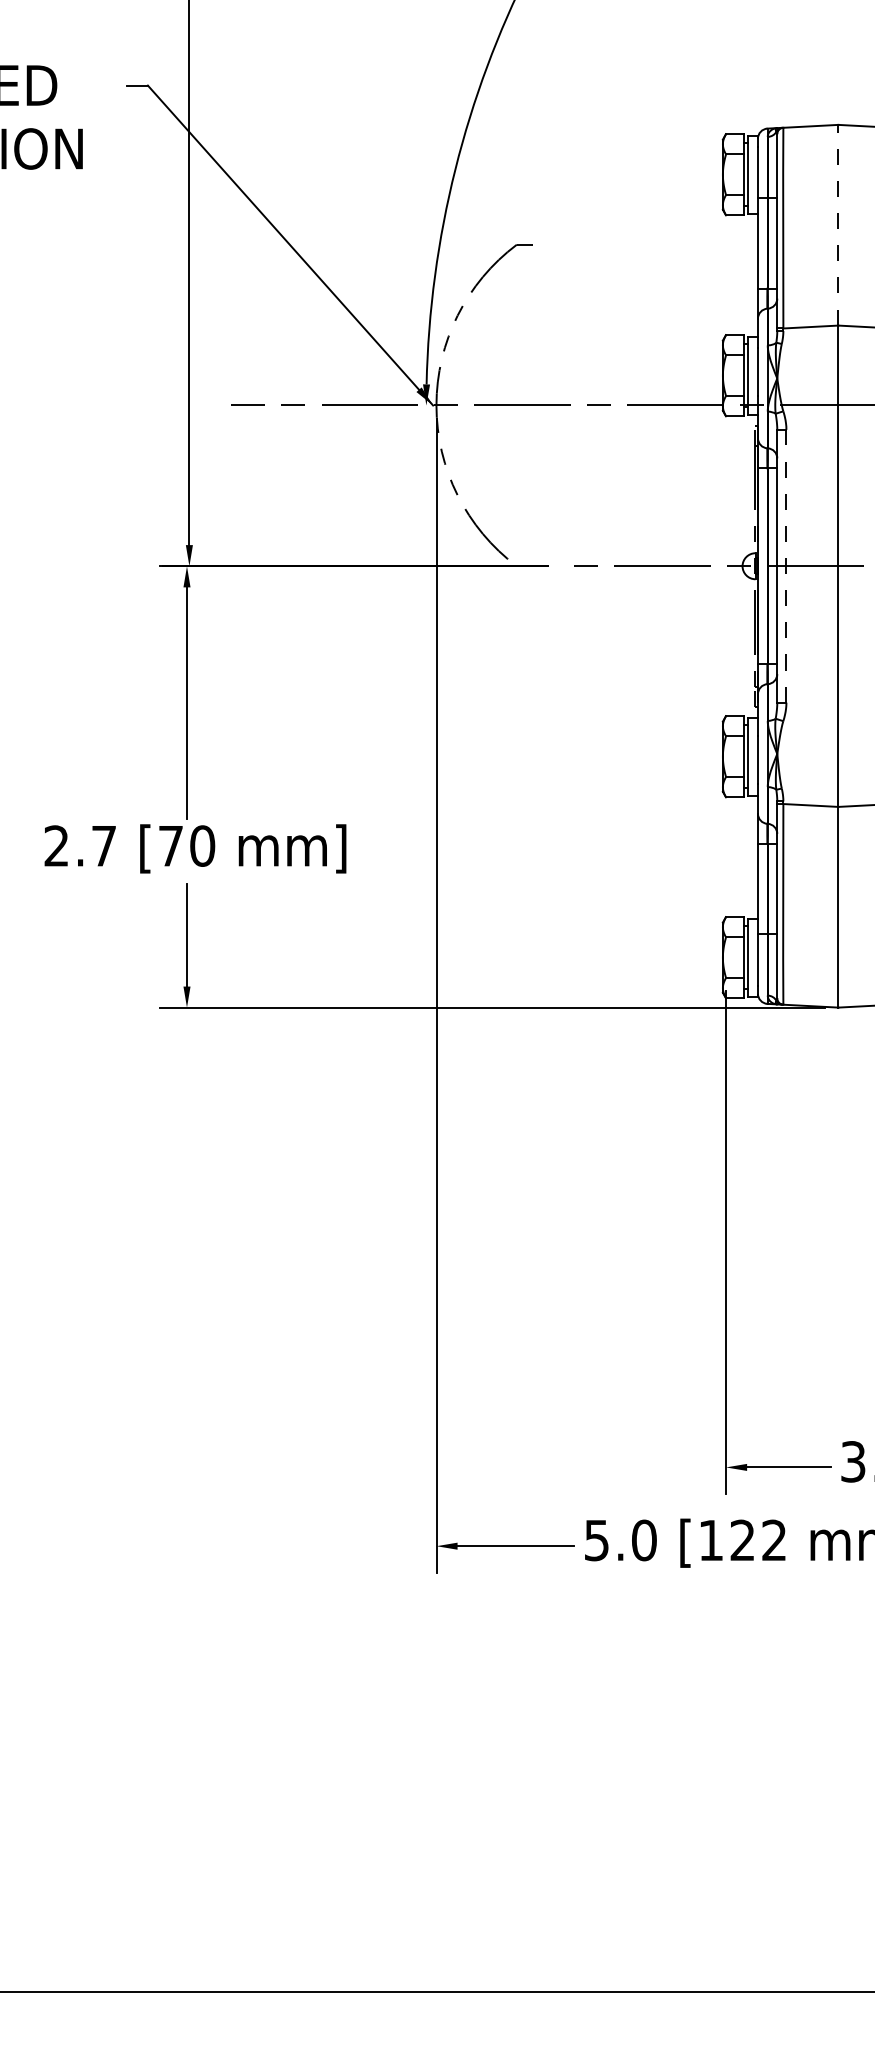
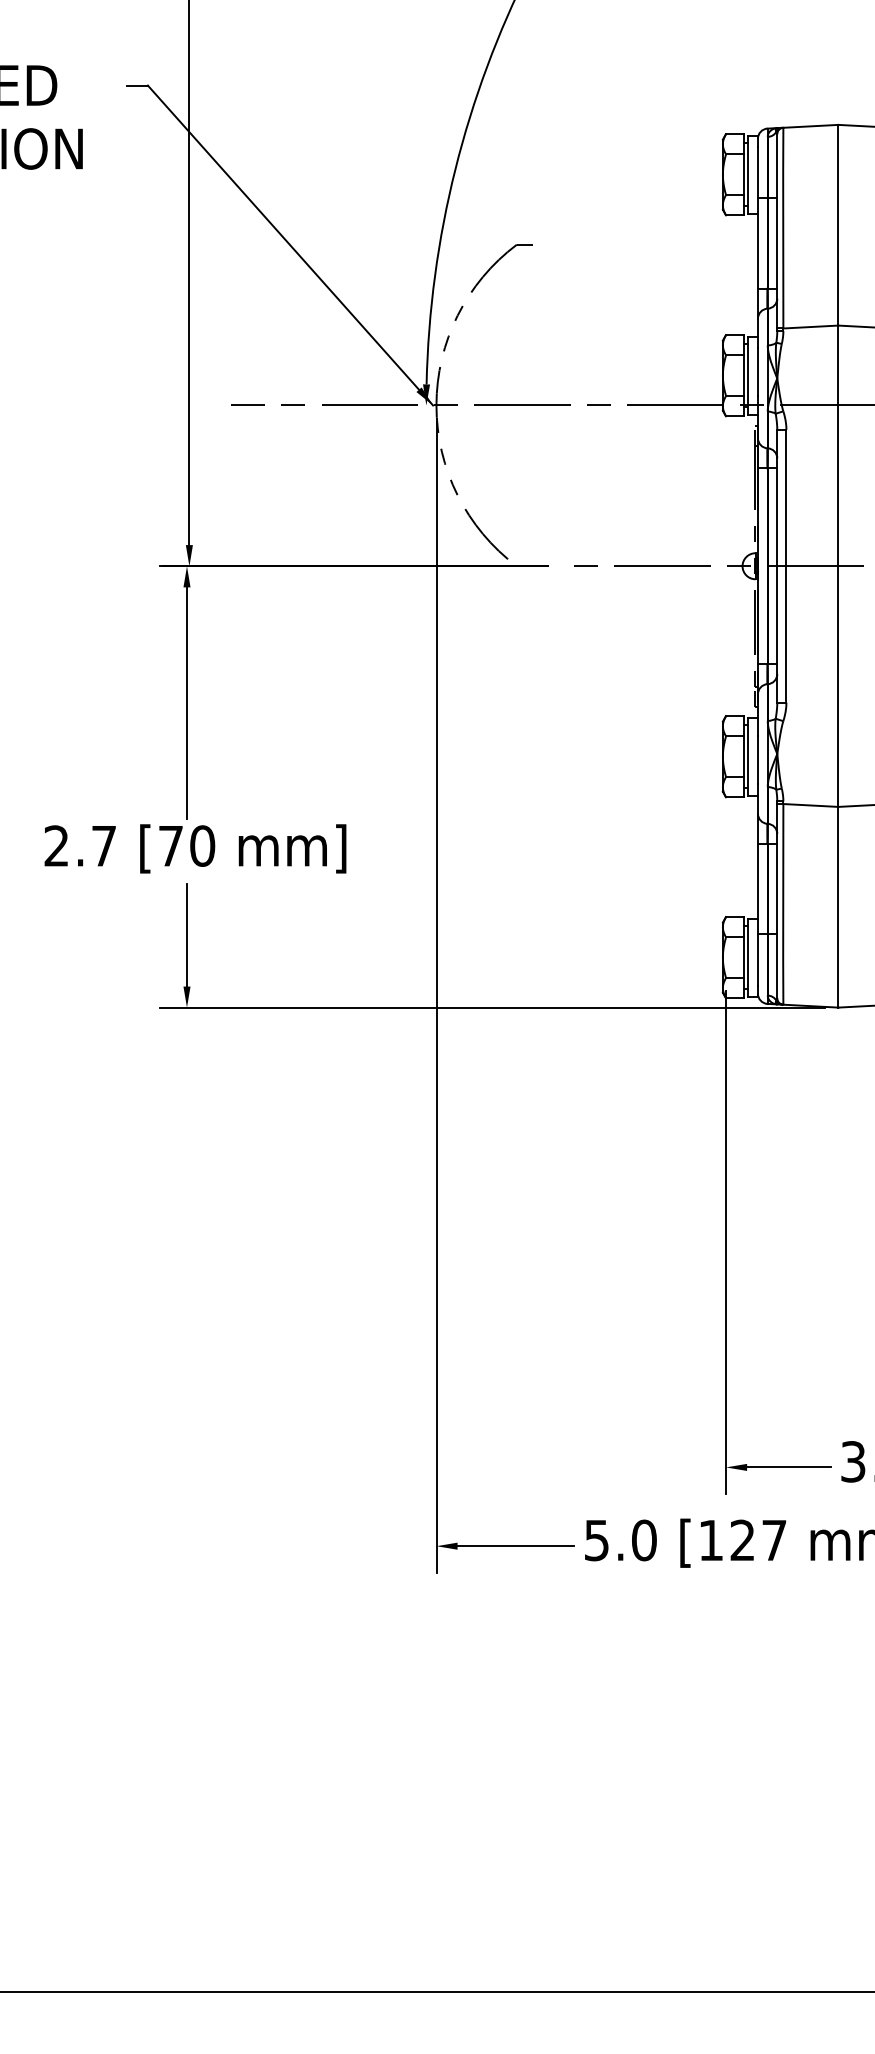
line at (838, 224): dashed -> solid
line at (786, 565): dashed -> solid
text at (774, 1539): [122 -> [127
